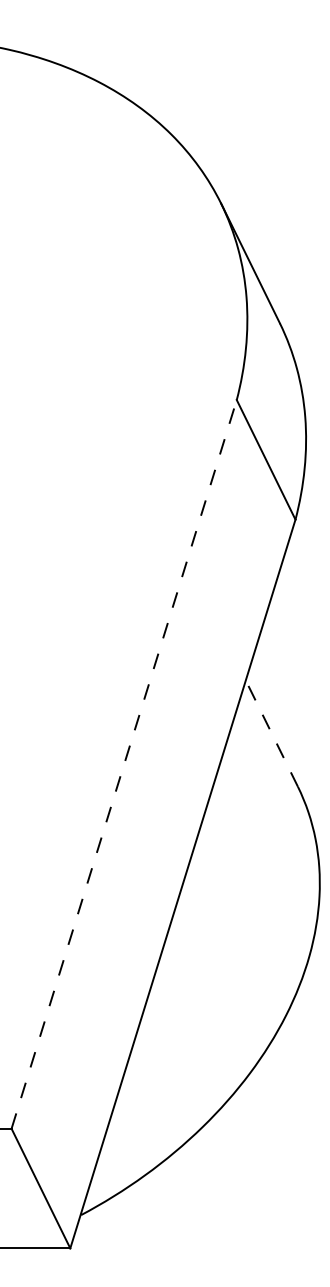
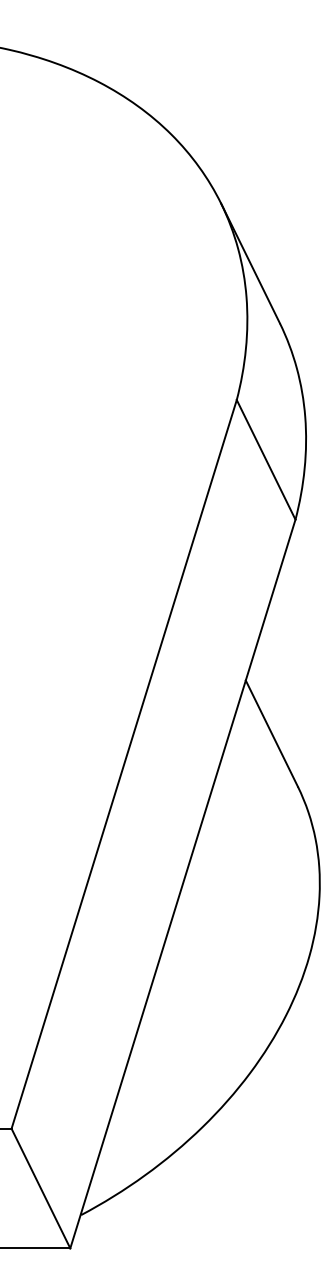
line at (271, 733): dashed -> solid
line at (124, 763): dashed -> solid
